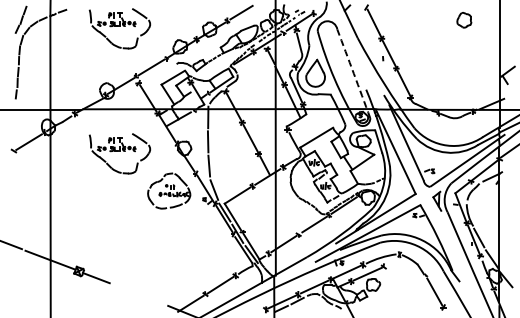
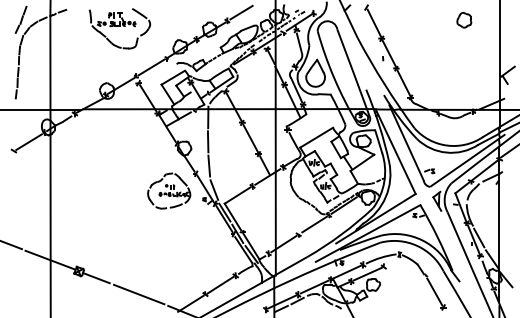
arc at (353, 73): dashed -> solid
part at (119, 153): present -> none
line at (139, 294): none -> present
